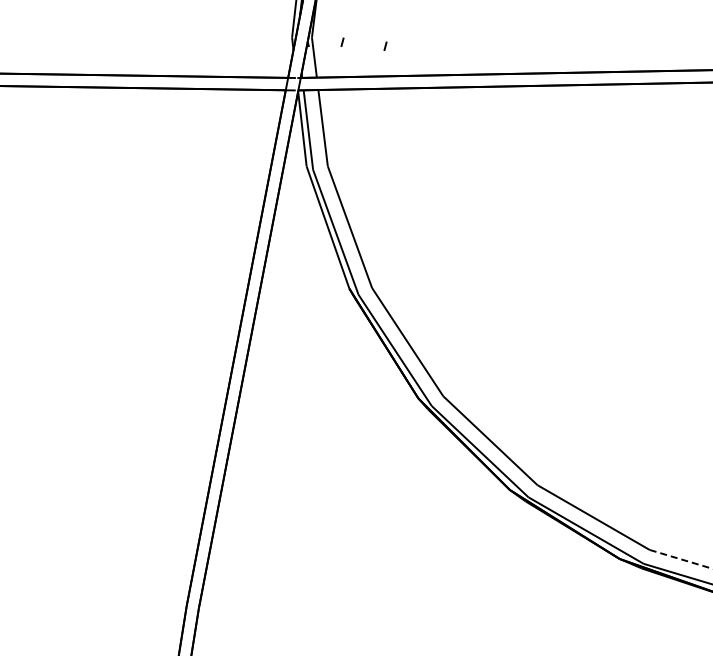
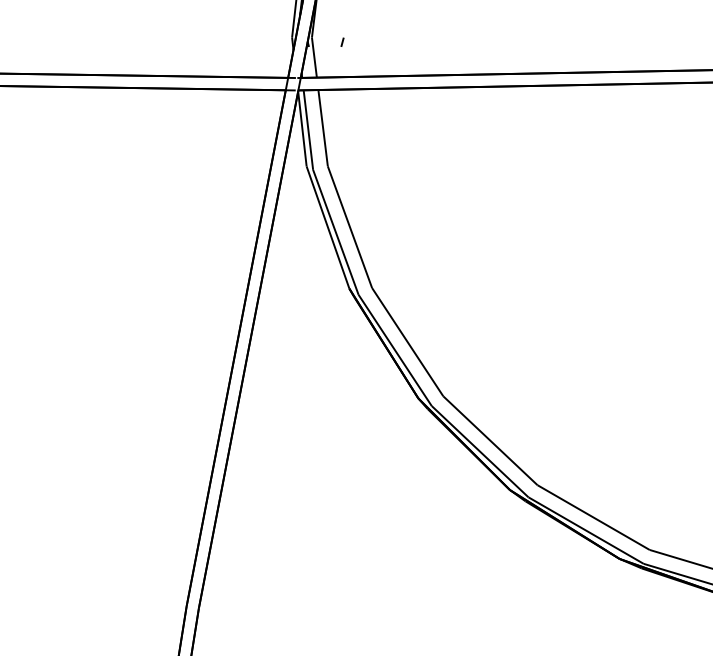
line at (385, 45): present -> none
line at (681, 559): dashed -> solid
